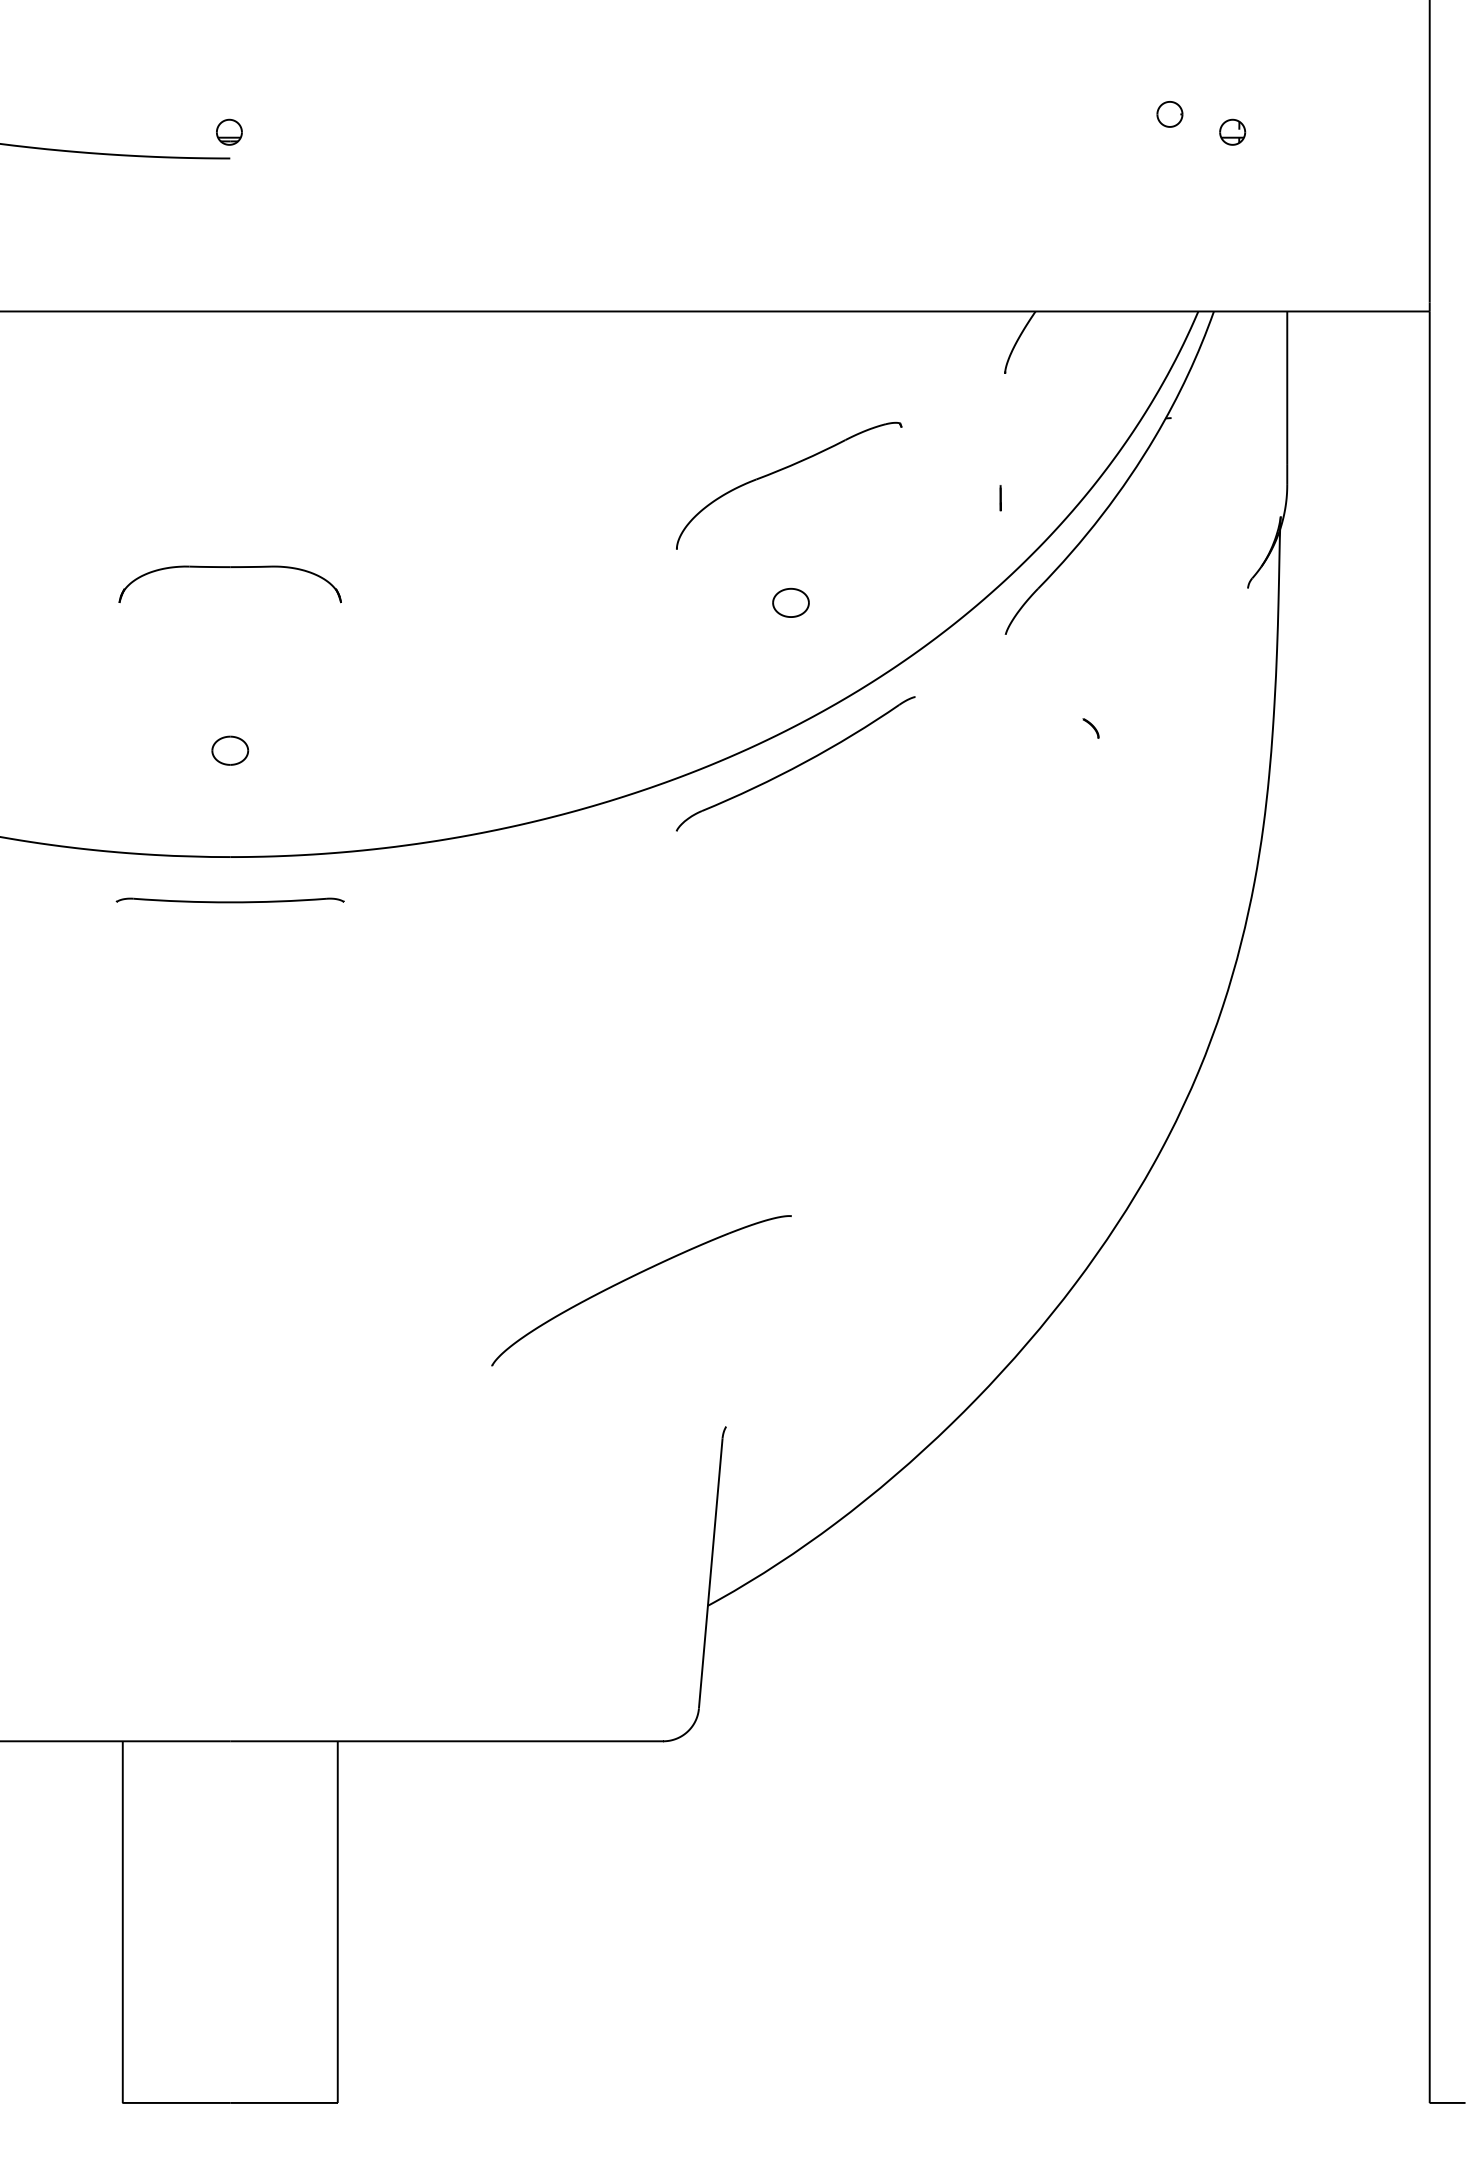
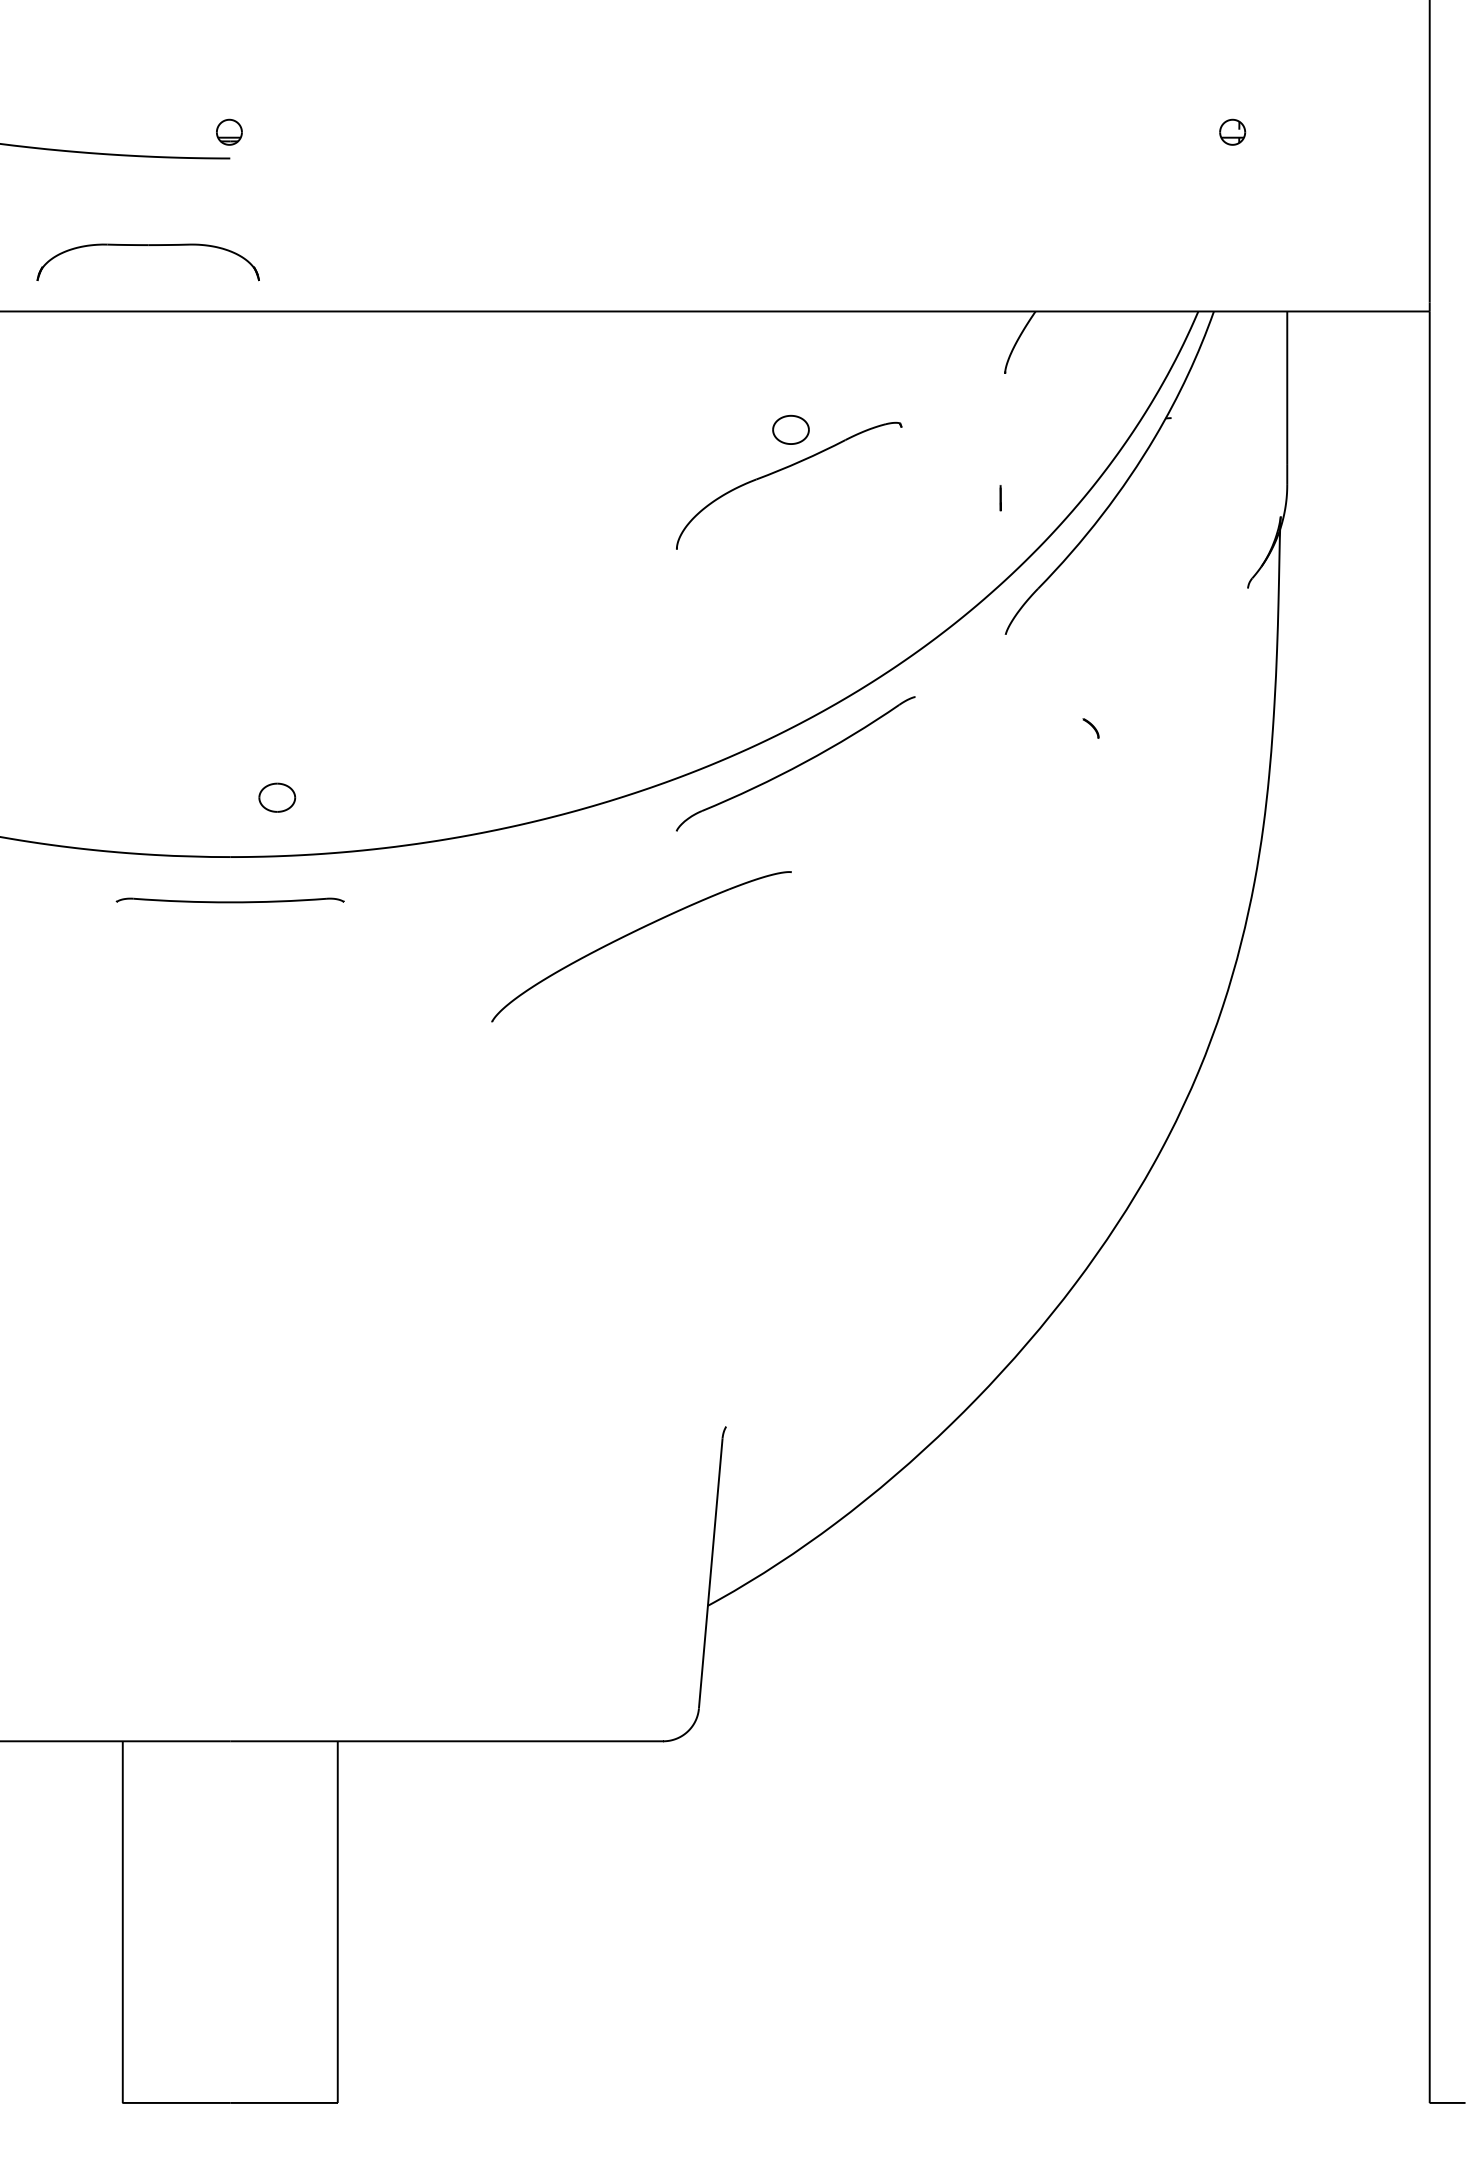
part at (1169, 114): present -> none
part at (229, 567) position: (229, 567) -> (147, 245)
part at (790, 602) position: (790, 602) -> (790, 429)
part at (230, 750) position: (230, 750) -> (277, 797)
part at (635, 1276) position: (635, 1276) -> (635, 932)
